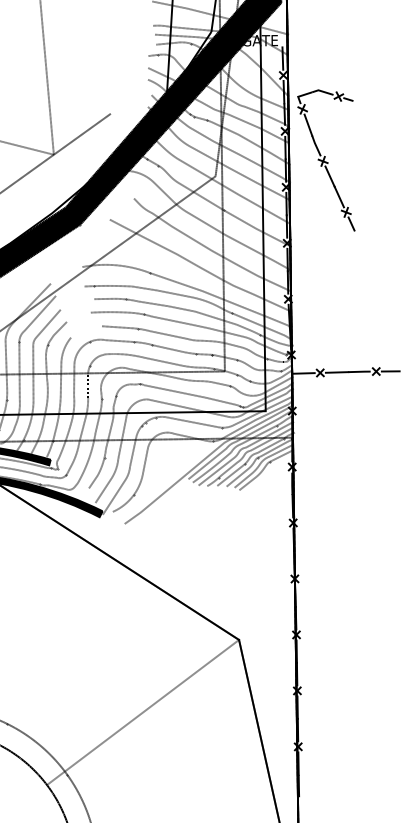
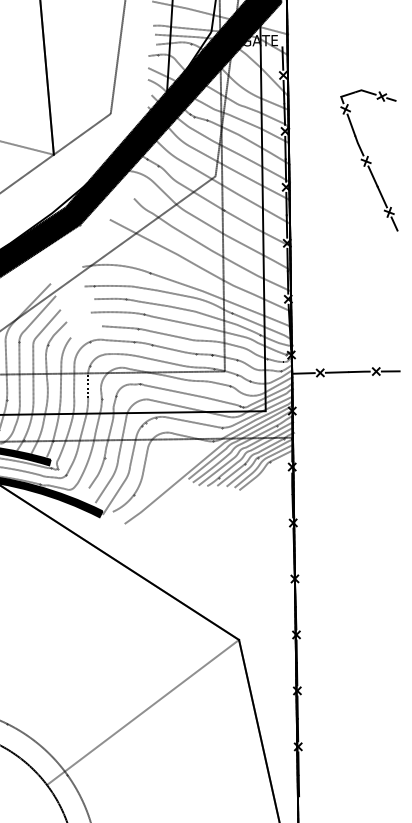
line at (117, 57): none -> present
line at (46, 78): none -> present
part at (326, 160) position: (326, 160) -> (369, 160)
